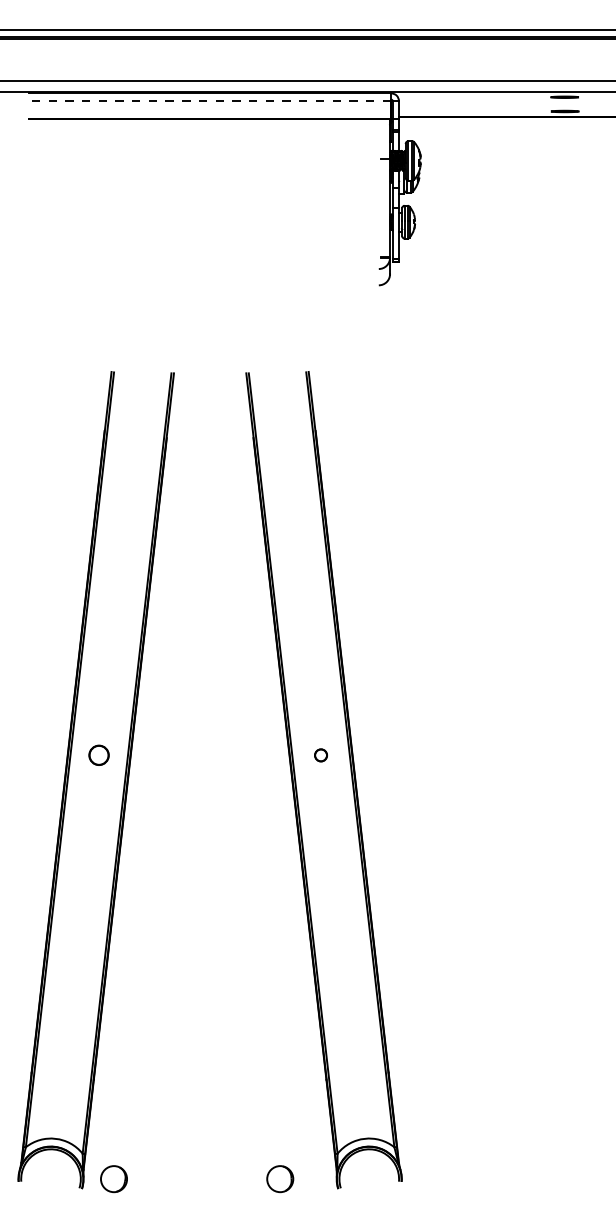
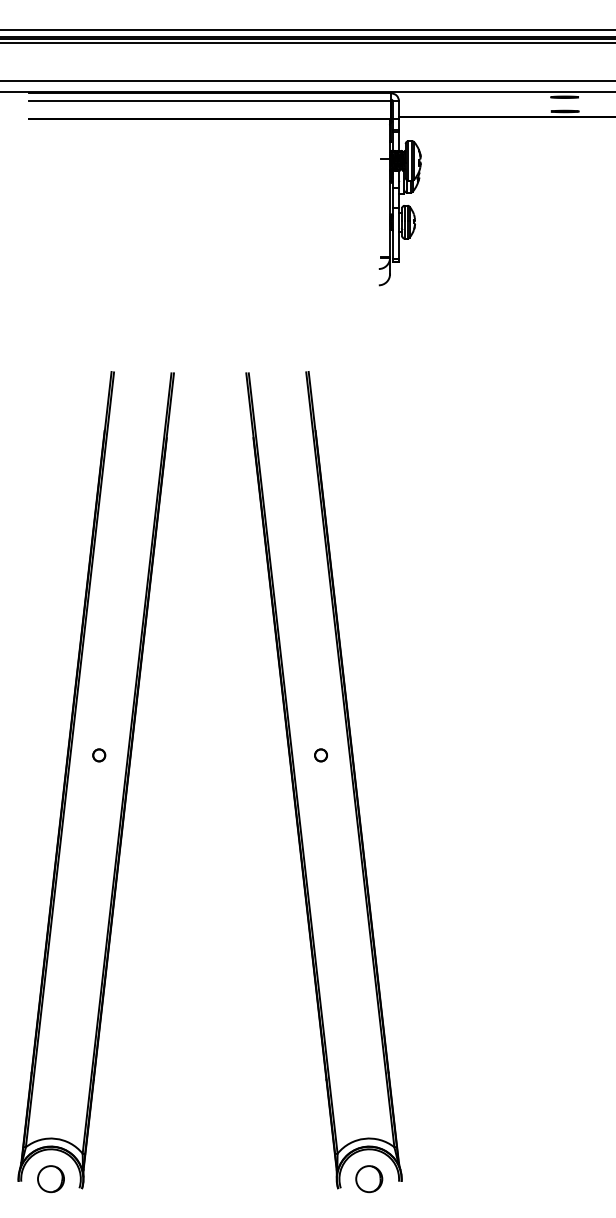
line at (307, 43): none -> present
line at (209, 100): dashed -> solid
circle at (98, 754) size: 22x22 px -> 15x15 px
circle at (113, 1179) position: (113, 1179) -> (50, 1179)
part at (280, 1179) position: (280, 1179) -> (369, 1179)
